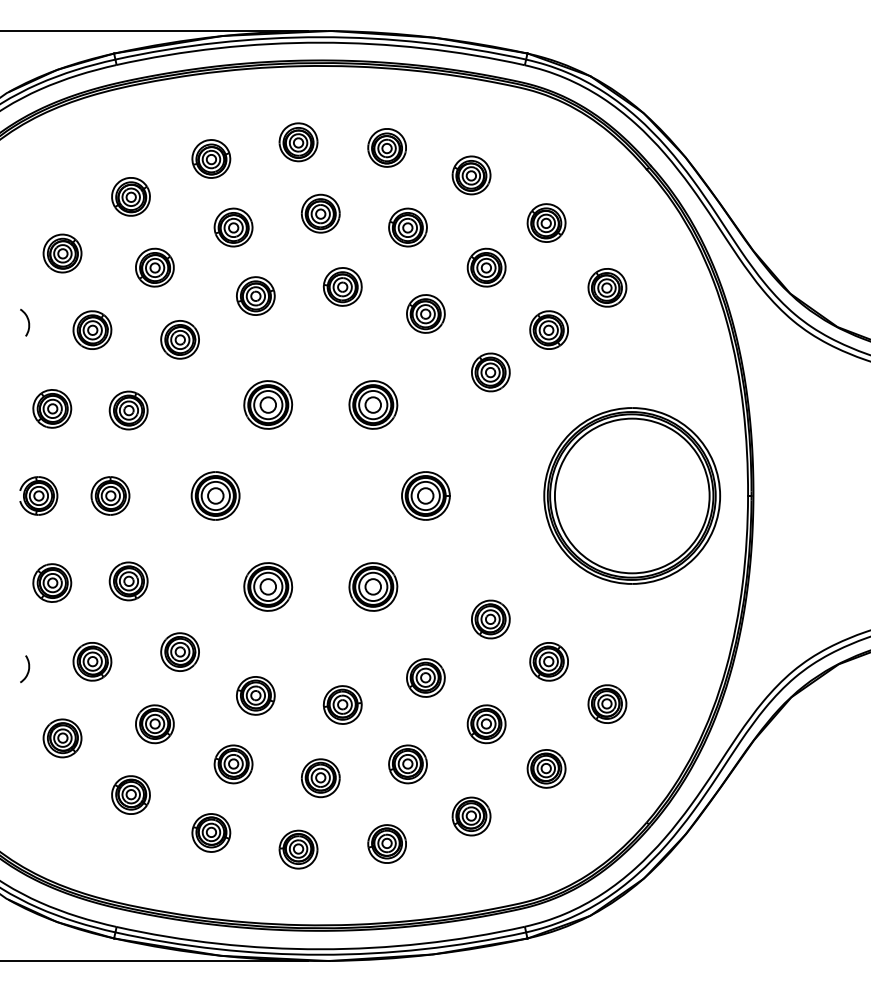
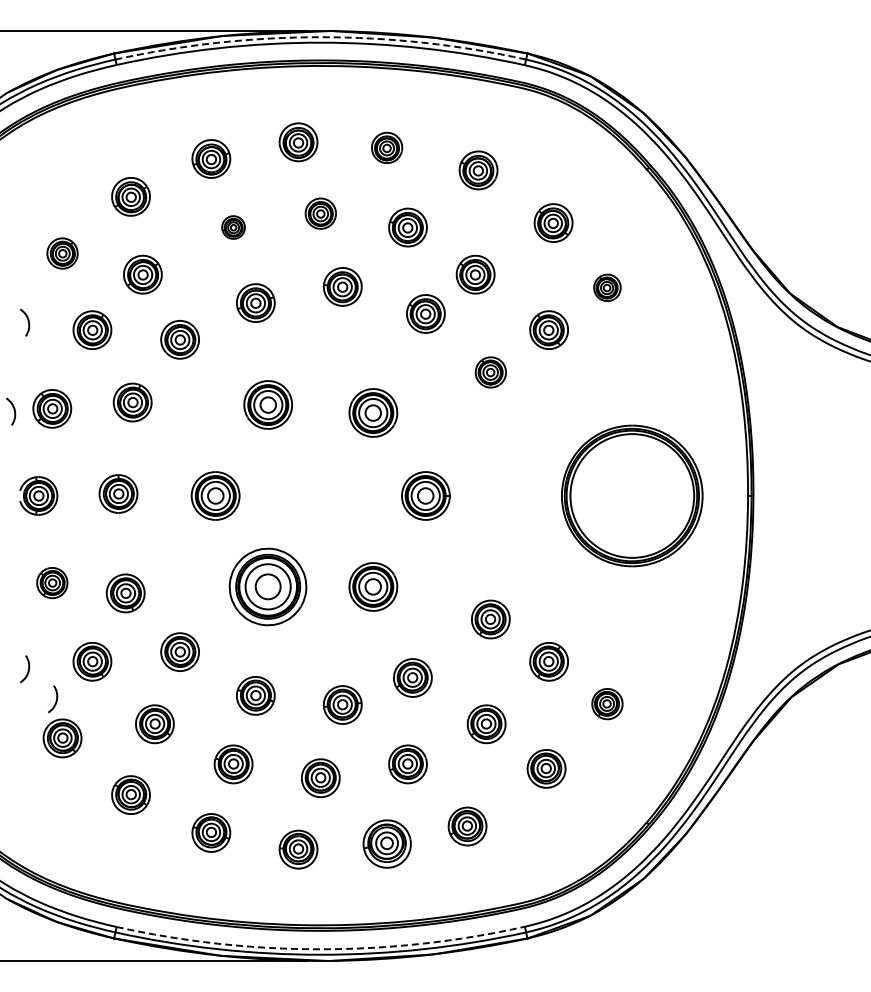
arc at (320, 37): solid -> dashed
part at (386, 147) size: 40x40 px -> 33x33 px
part at (471, 175) position: (471, 175) -> (478, 170)
part at (320, 213) size: 40x41 px -> 33x33 px
part at (546, 222) position: (546, 222) -> (553, 222)
part at (233, 227) size: 41x41 px -> 25x25 px
part at (62, 253) size: 41x41 px -> 33x33 px
part at (154, 267) position: (154, 267) -> (142, 274)
part at (486, 267) position: (486, 267) -> (475, 274)
part at (607, 287) size: 41x40 px -> 29x29 px
part at (255, 295) position: (255, 295) -> (255, 302)
part at (490, 372) size: 40x41 px -> 33x33 px
part at (373, 404) position: (373, 404) -> (373, 412)
curve at (13, 410): none -> present
part at (128, 410) position: (128, 410) -> (132, 402)
part at (110, 495) position: (110, 495) -> (118, 493)
part at (632, 495) size: 179x178 px -> 143x144 px
part at (128, 581) position: (128, 581) -> (125, 593)
part at (52, 582) size: 41x40 px -> 33x33 px
part at (268, 586) size: 51x50 px -> 80x80 px
part at (425, 677) position: (425, 677) -> (412, 677)
curve at (55, 700): none -> present
part at (607, 703) size: 41x40 px -> 33x33 px
part at (471, 816) position: (471, 816) -> (467, 826)
part at (386, 843) size: 40x40 px -> 50x50 px
arc at (320, 949): solid -> dashed
